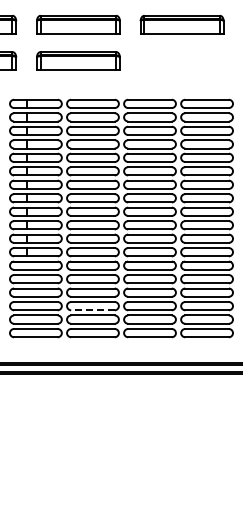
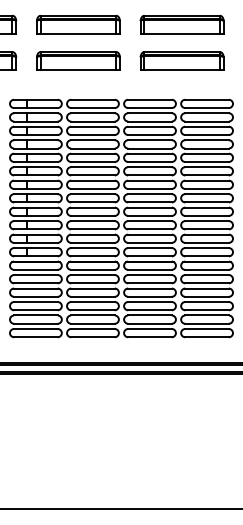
part at (181, 60): none -> present
line at (92, 310): dashed -> solid
line at (120, 509): none -> present
